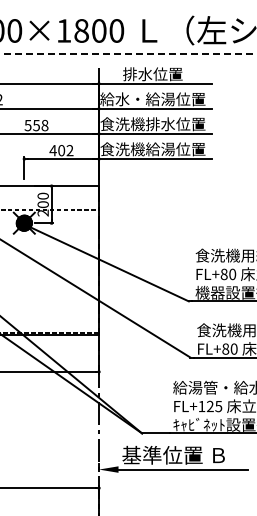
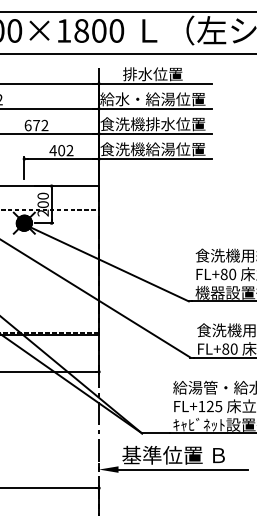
line at (127, 11): none -> present
line at (128, 53): dashed -> solid
text at (36, 125): 558 -> 672
